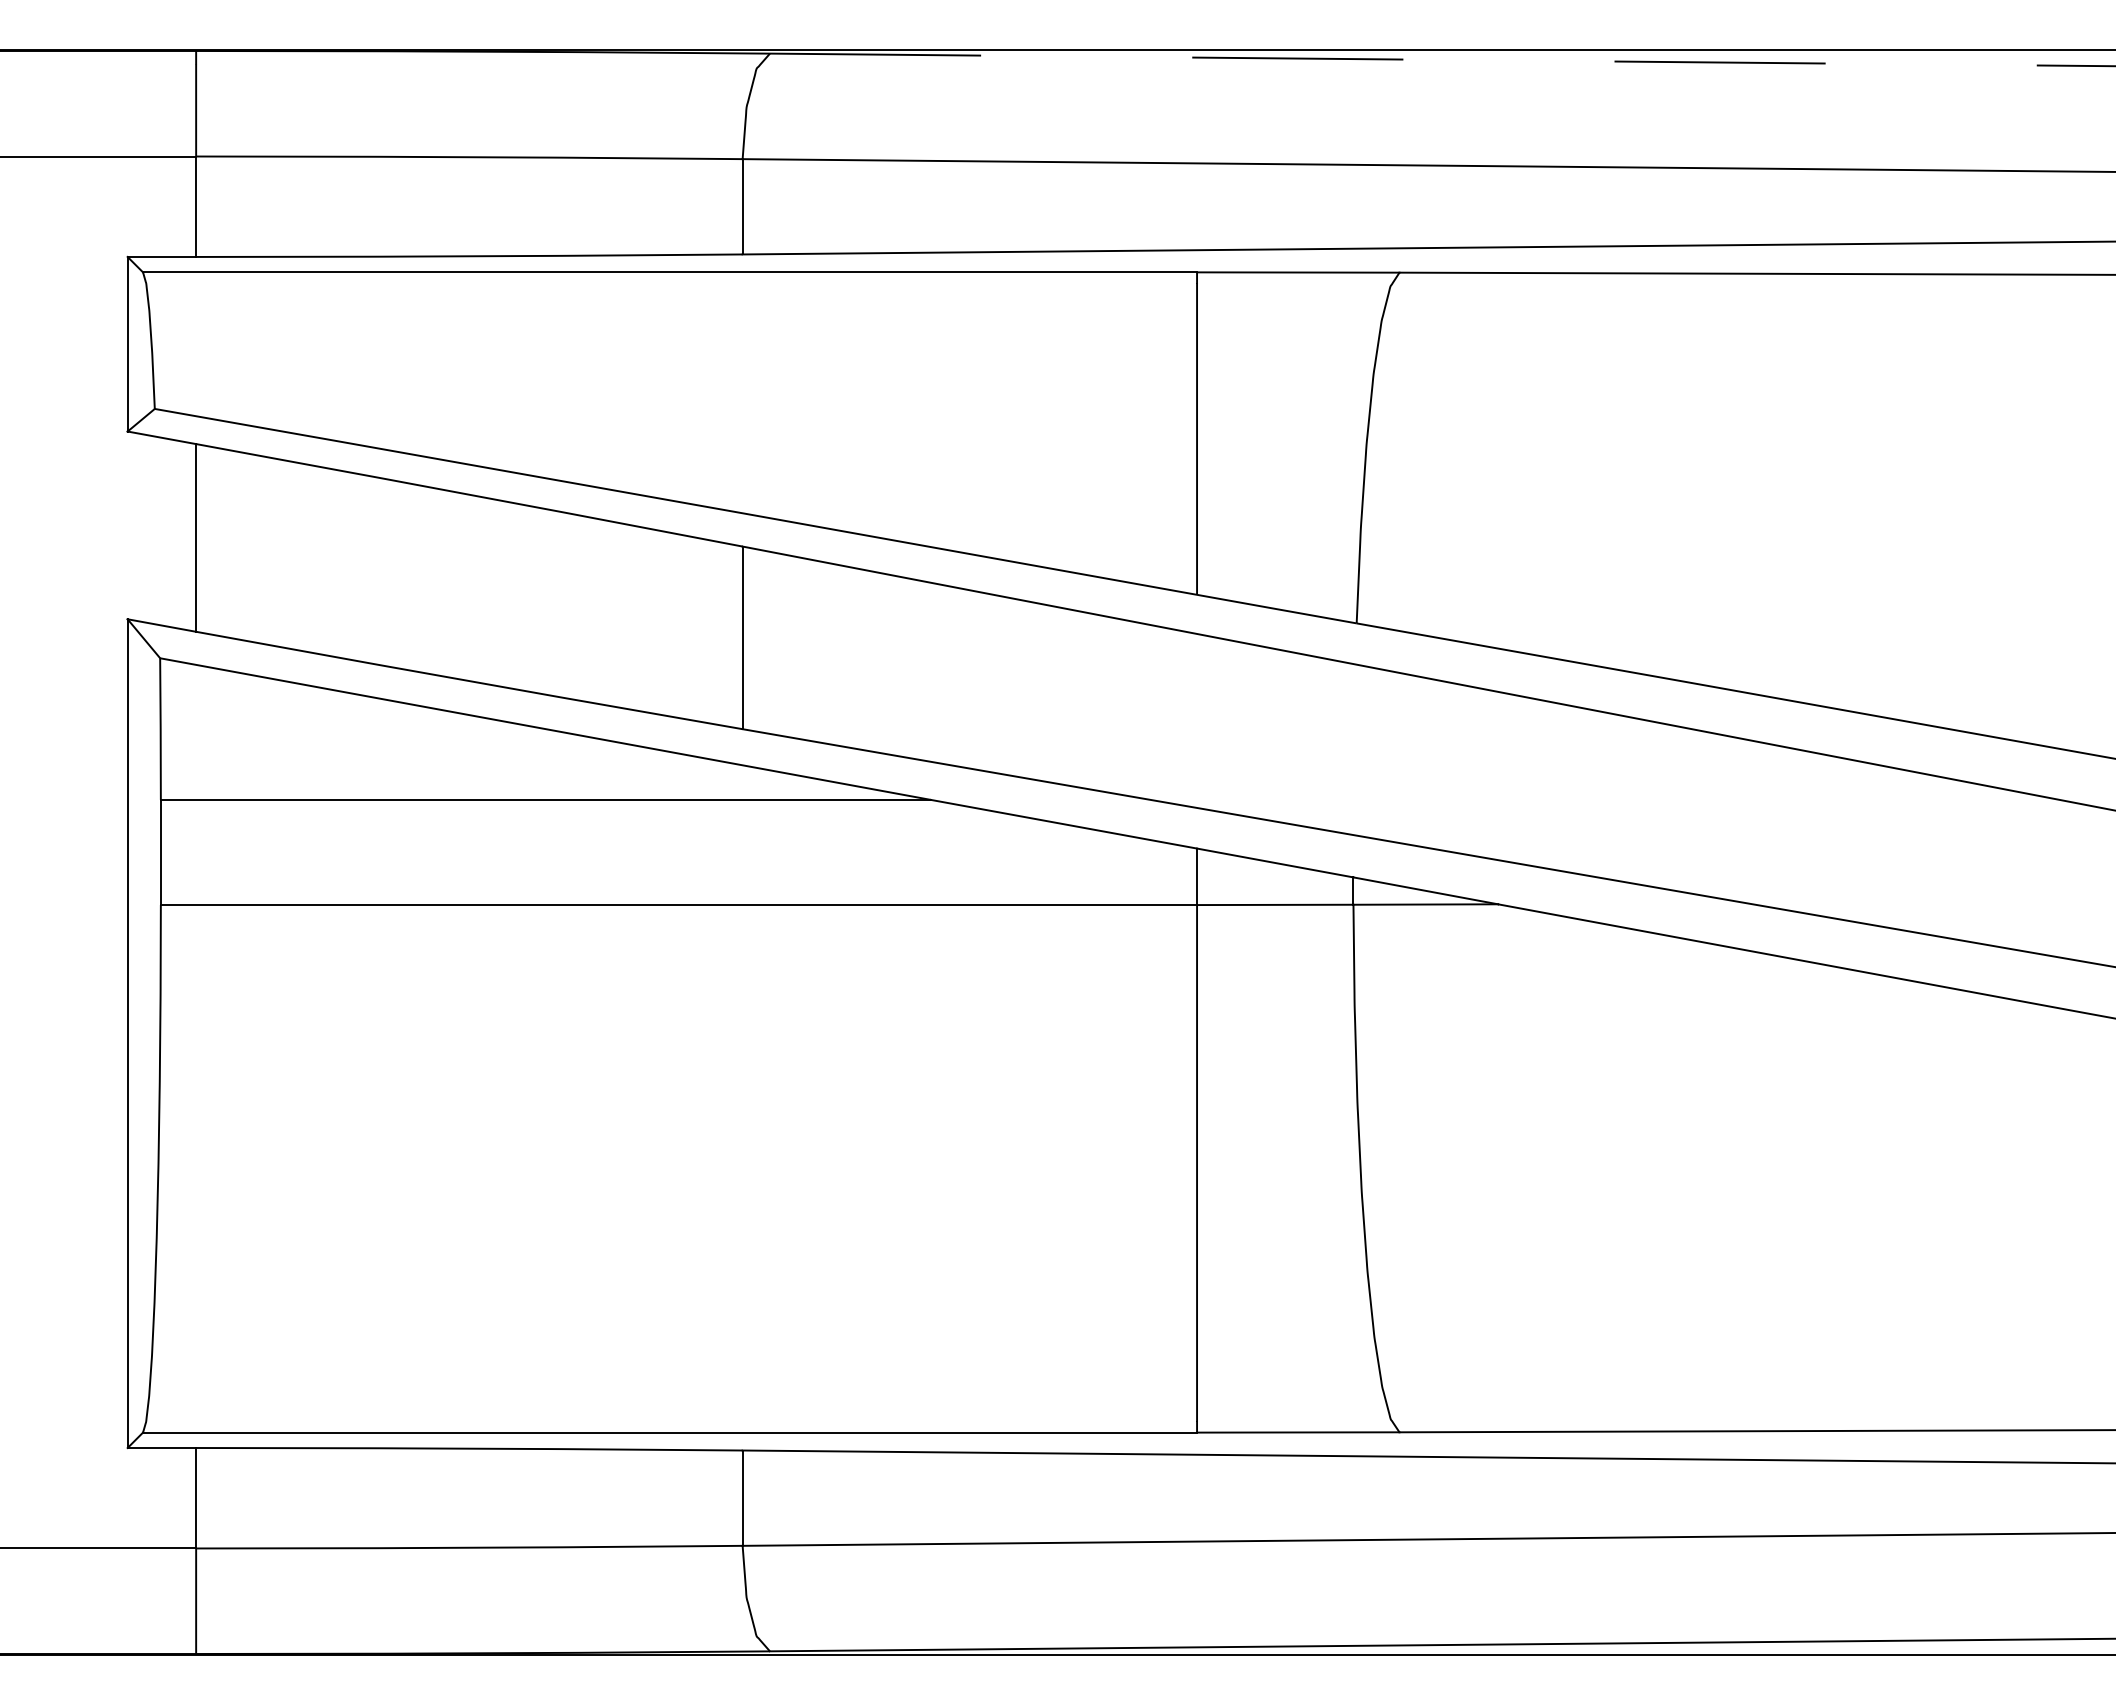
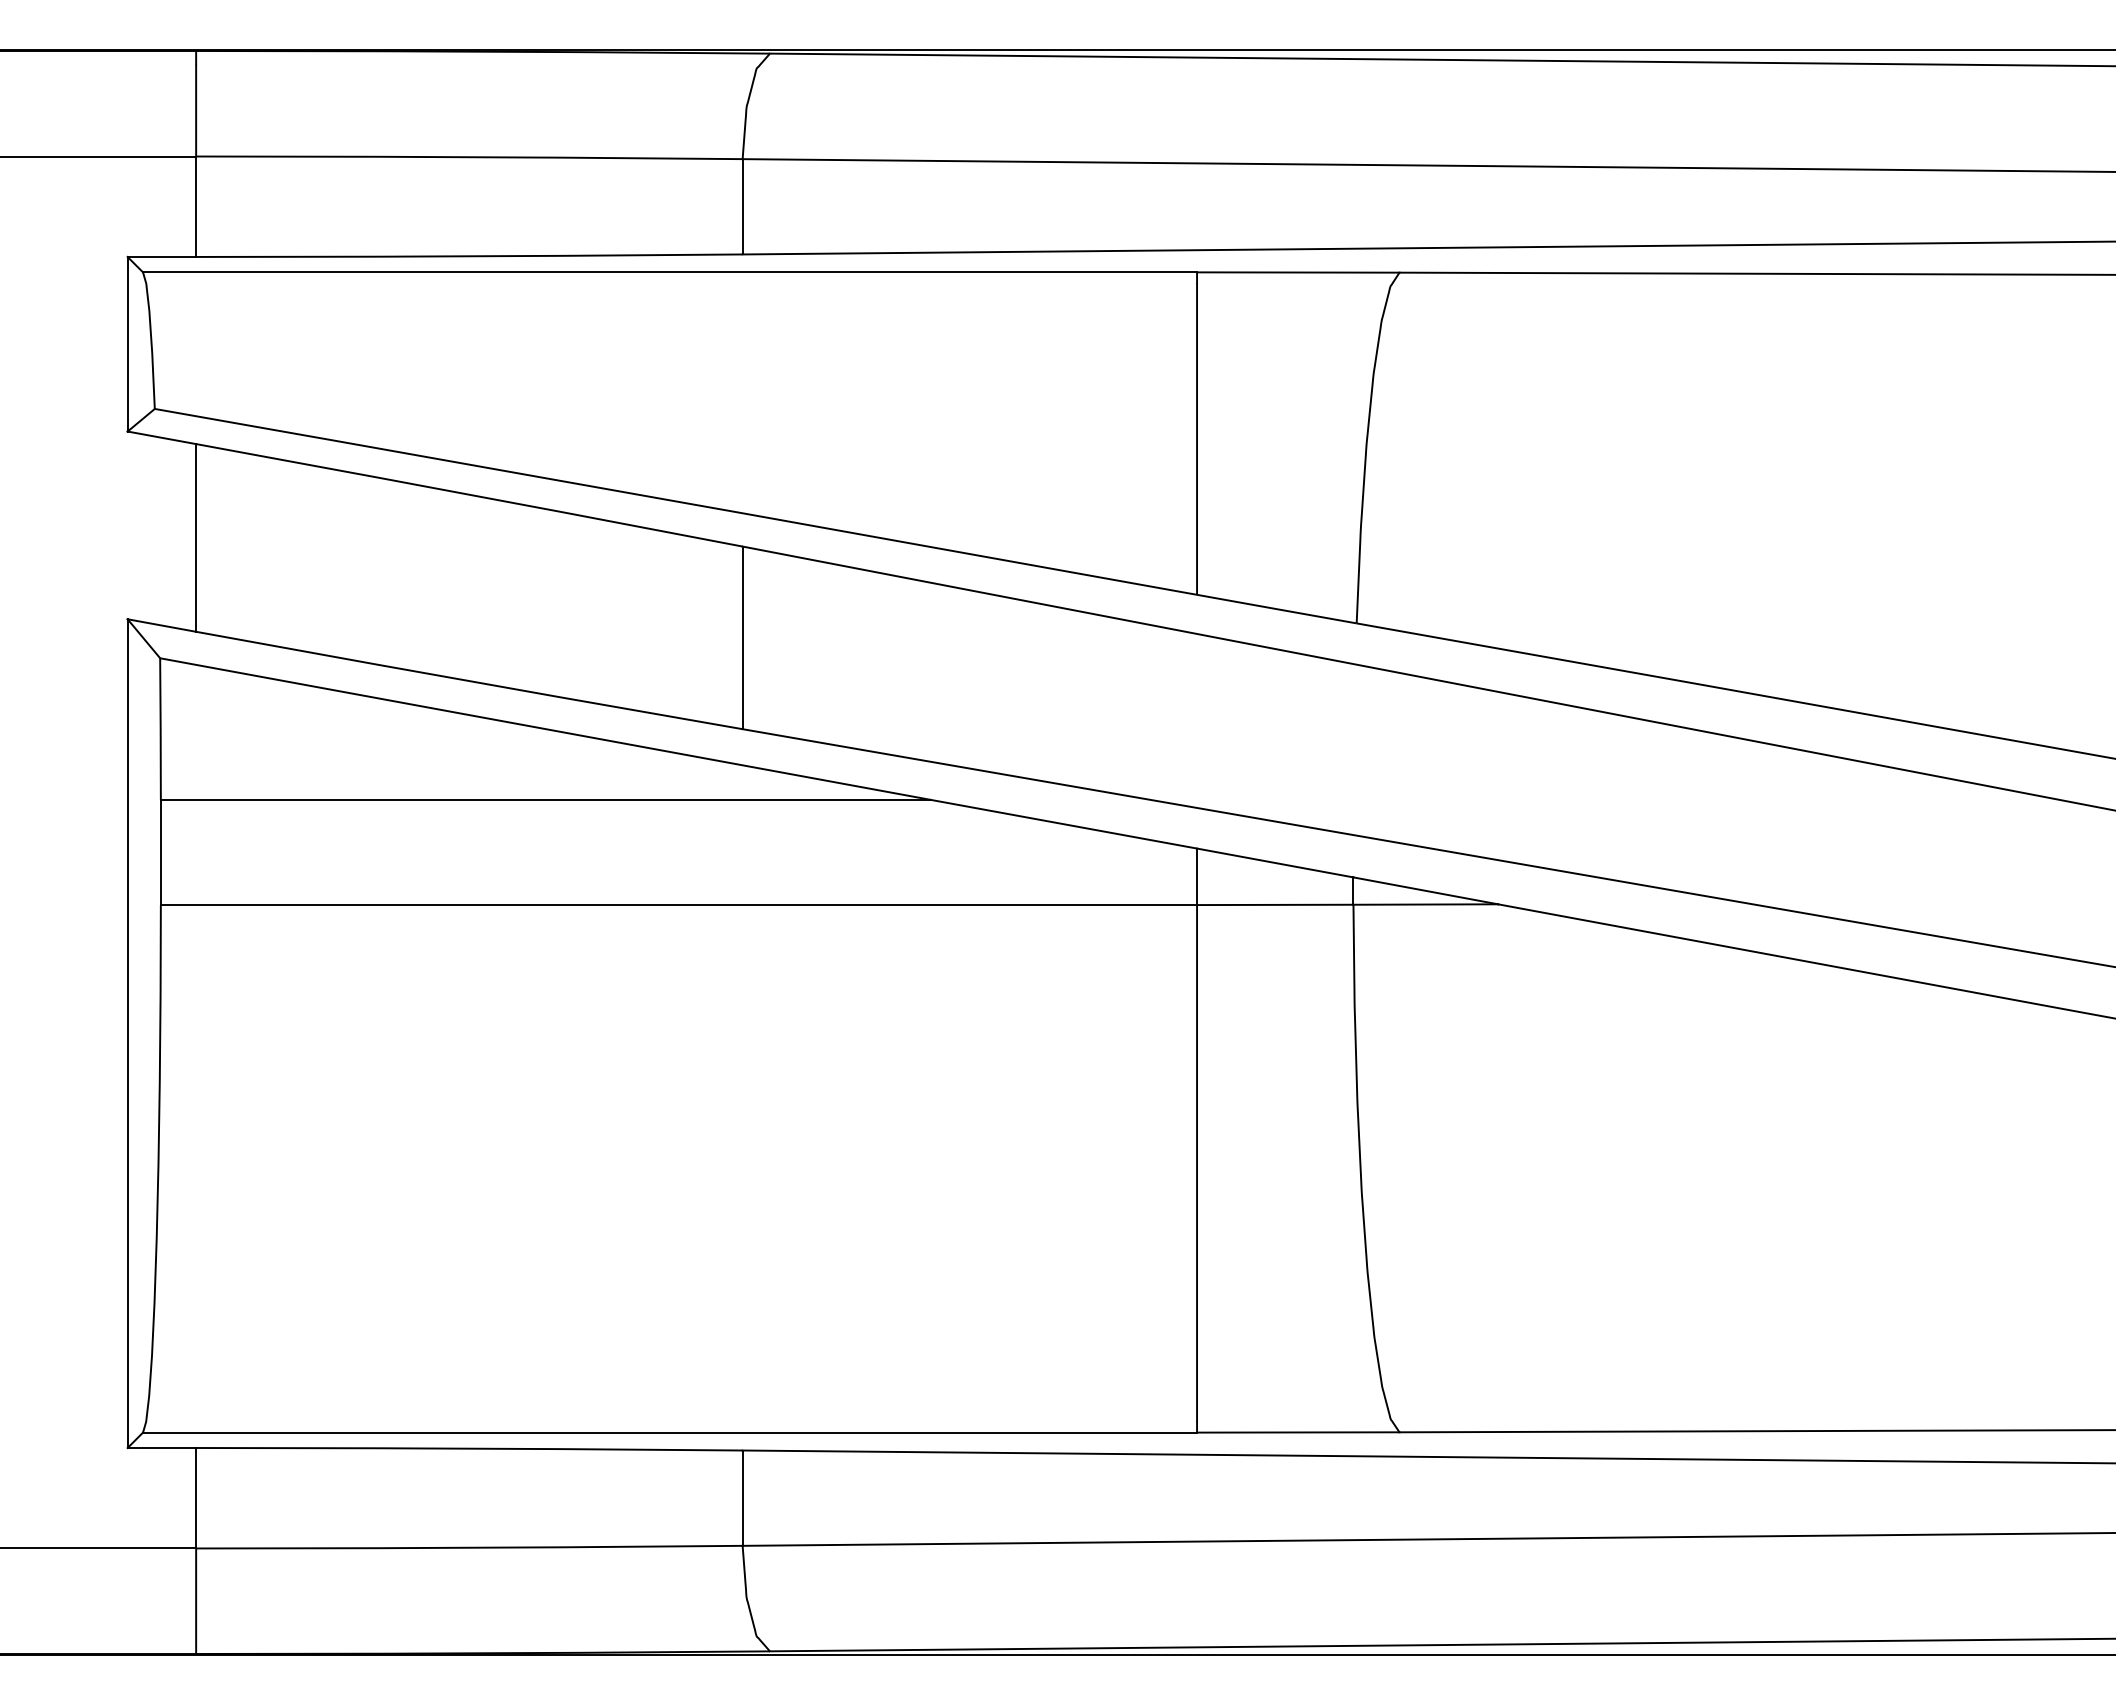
line at (1442, 59): dashed -> solid
